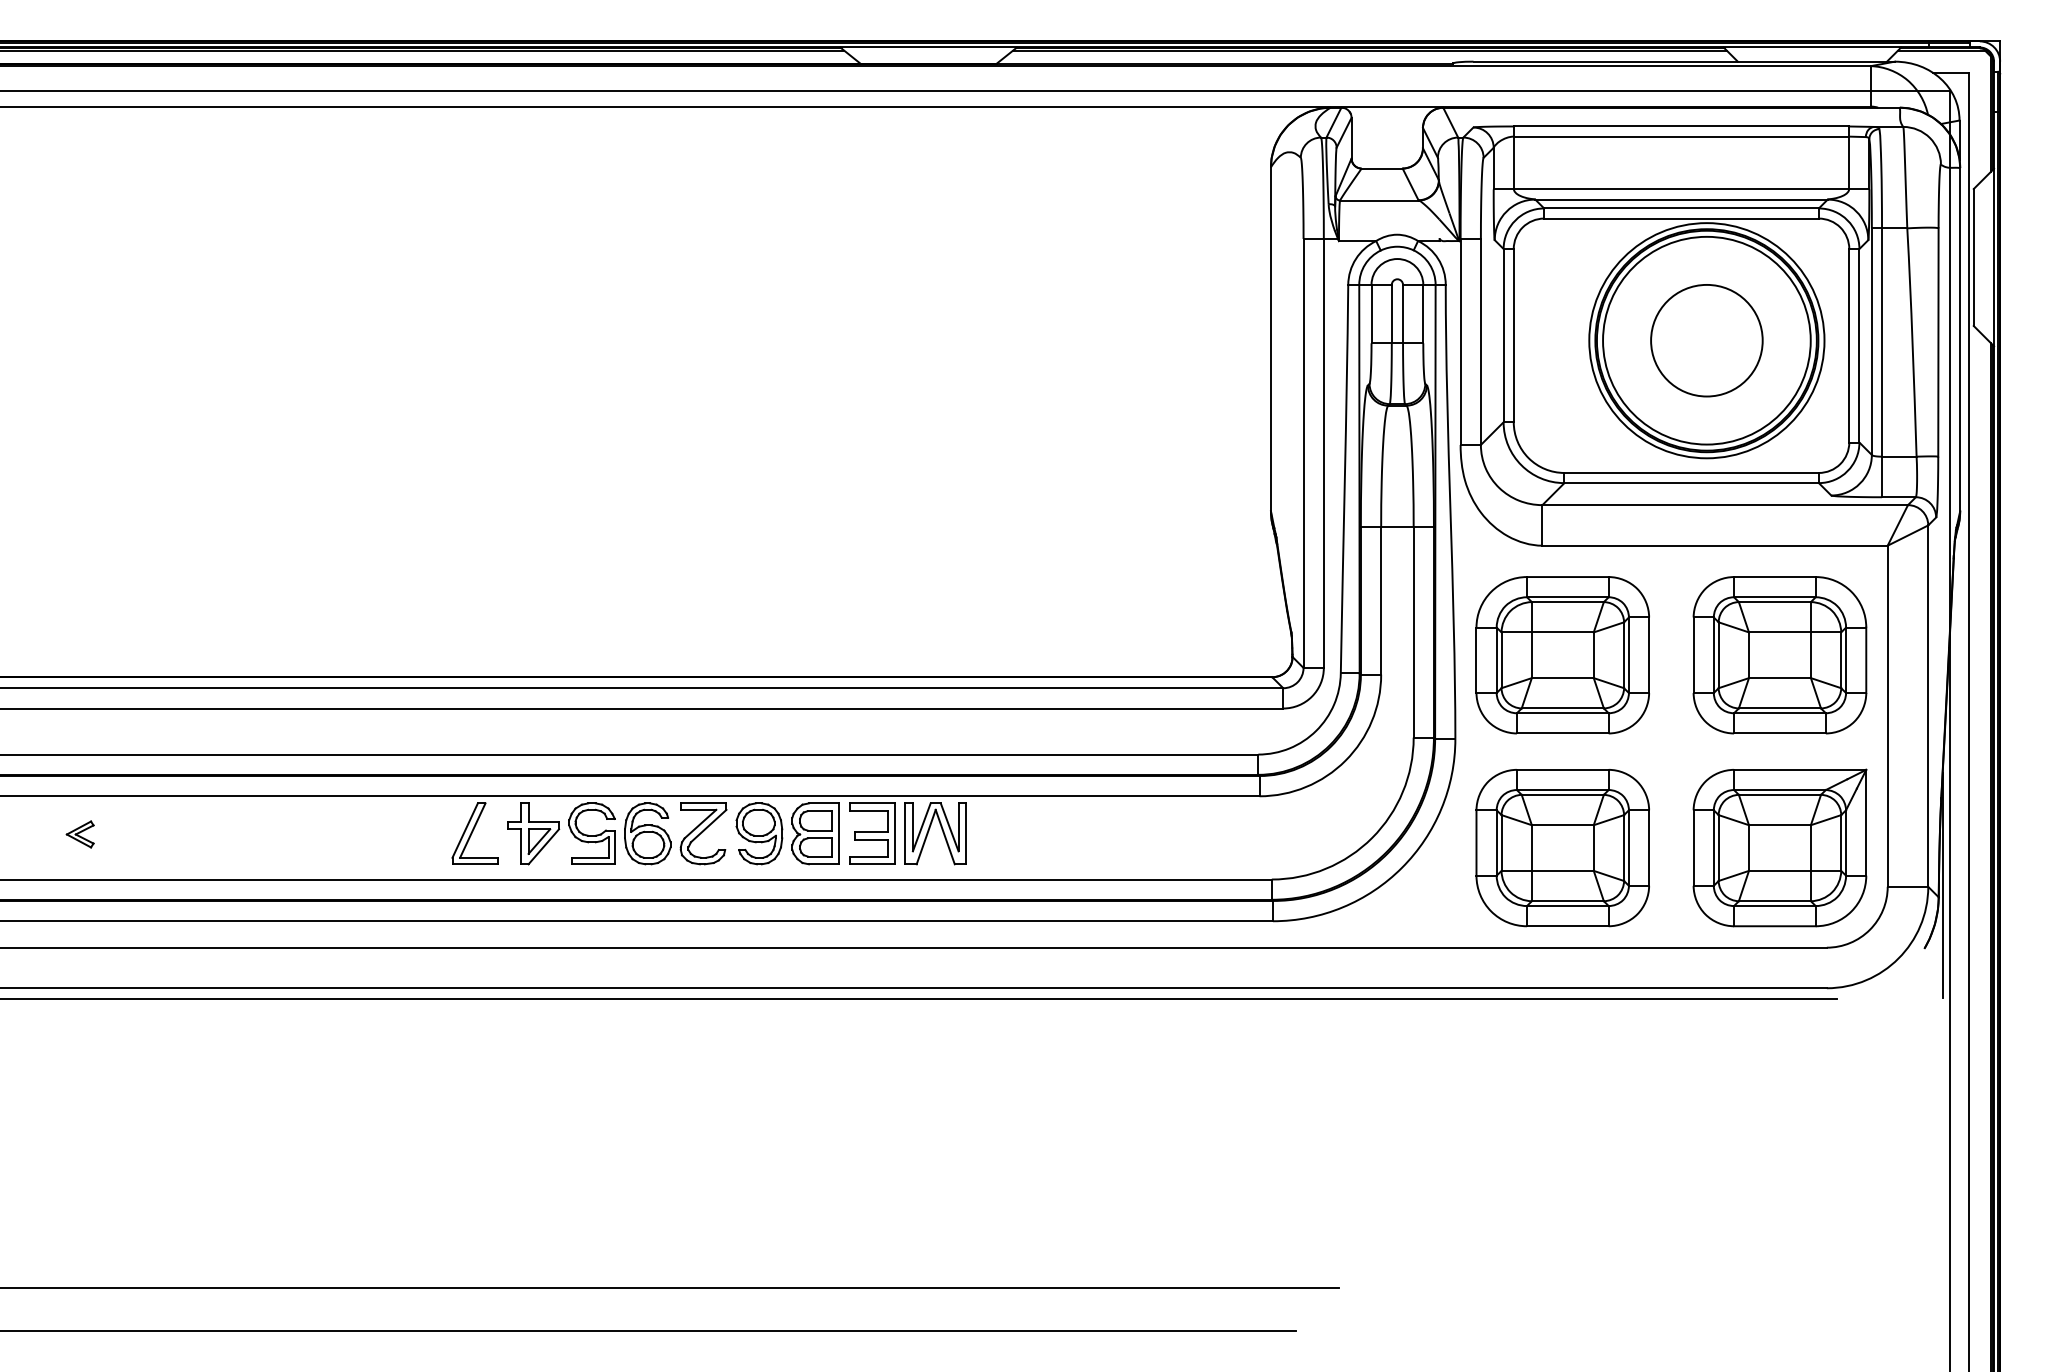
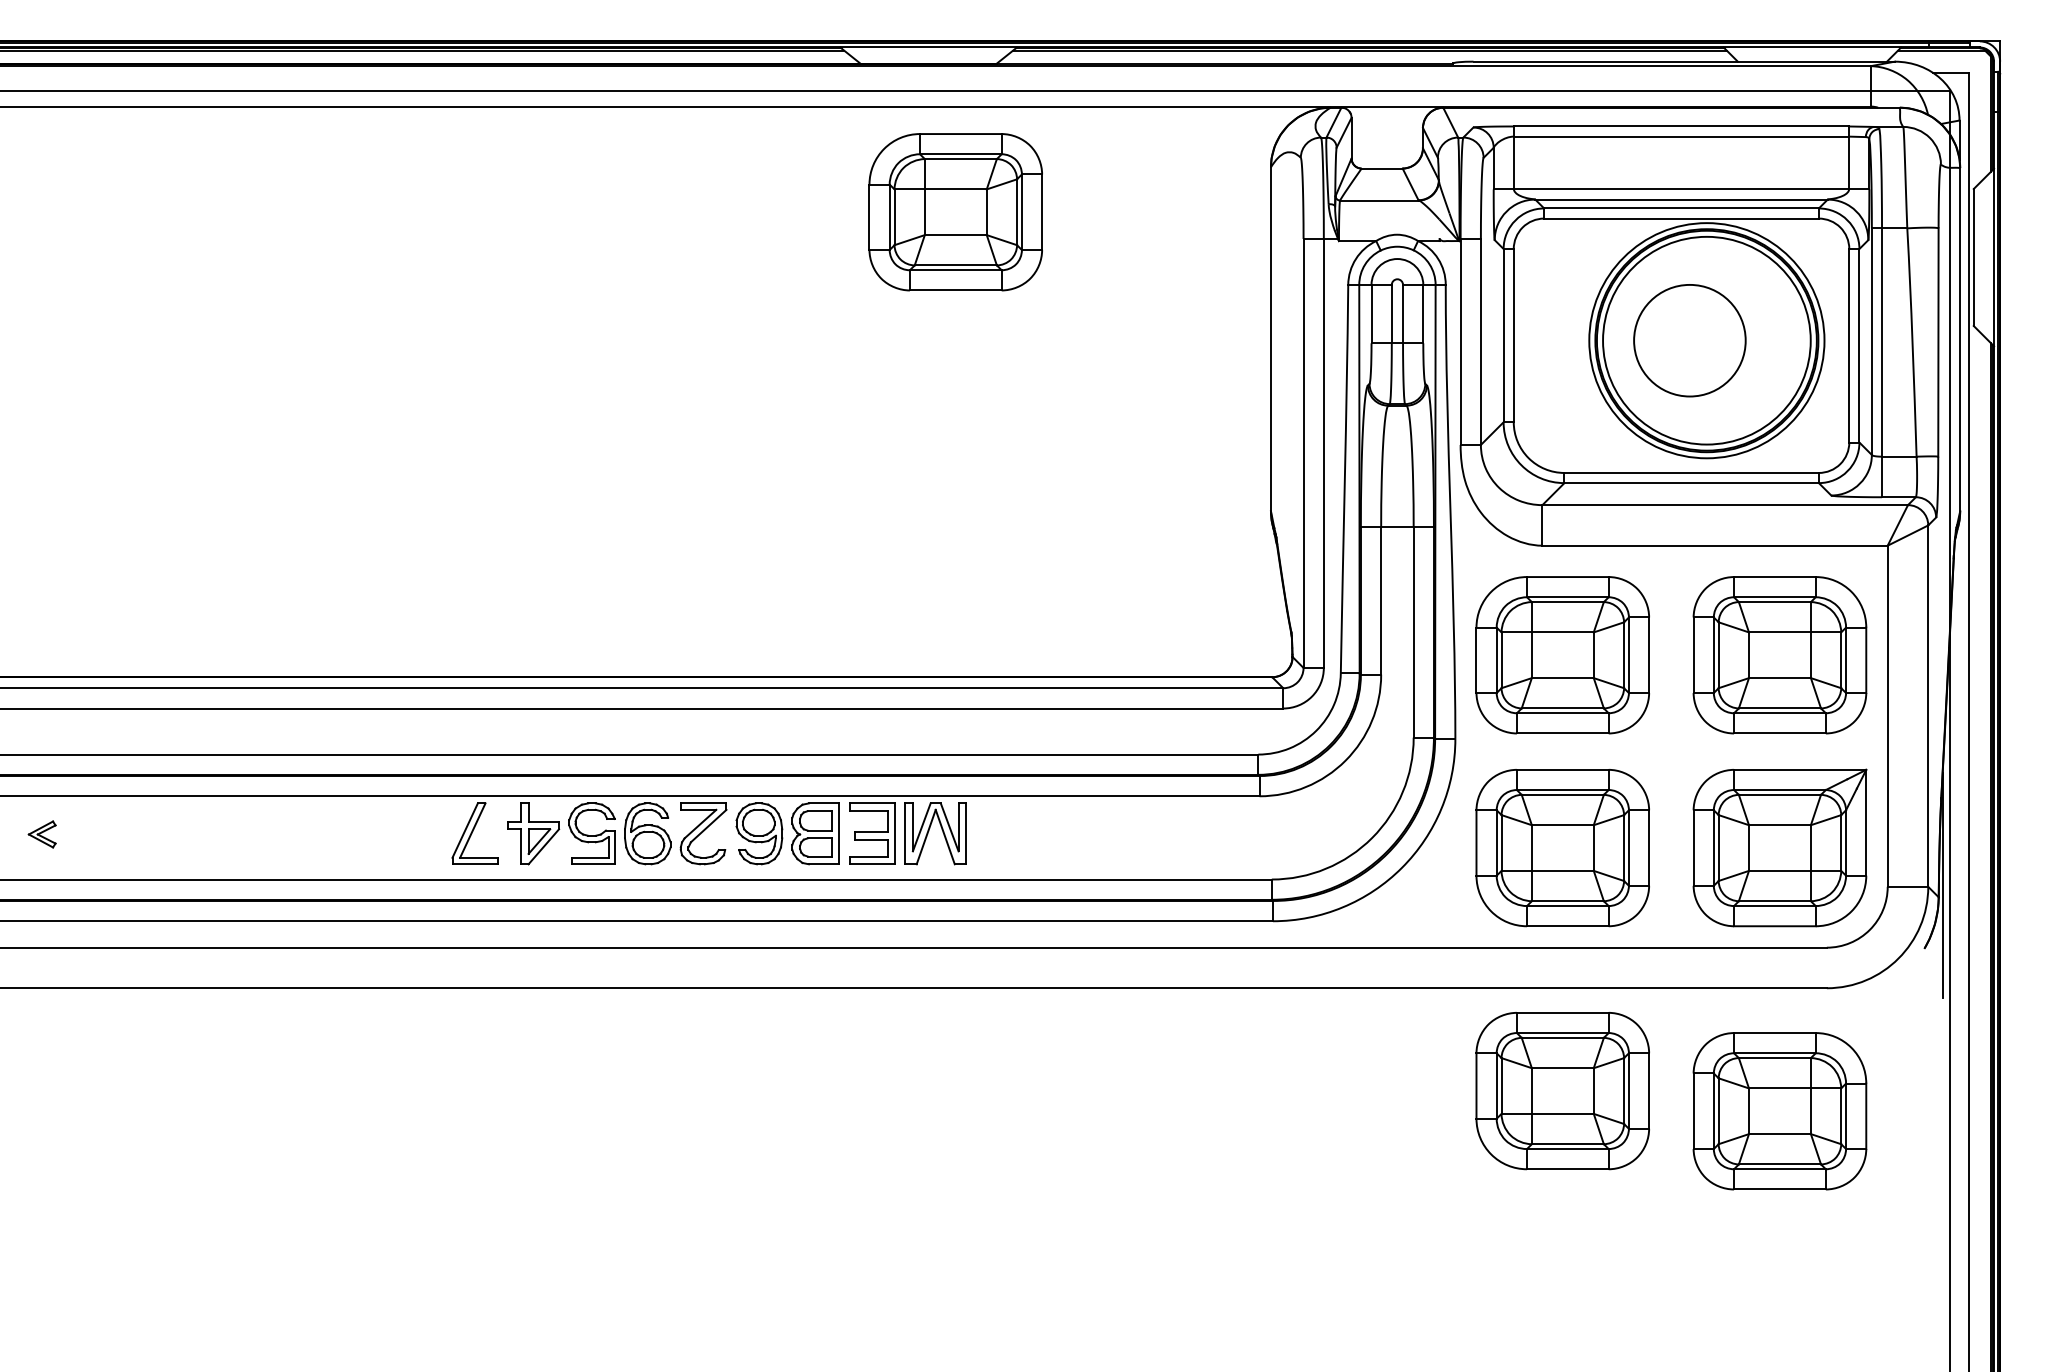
part at (955, 212): none -> present
circle at (1706, 340) position: (1706, 340) -> (1689, 340)
part at (79, 834) position: (79, 834) -> (41, 834)
line at (919, 998): present -> none
part at (1562, 1091): none -> present
part at (1779, 1111): none -> present
line at (670, 1287): present -> none
line at (649, 1330): present -> none
